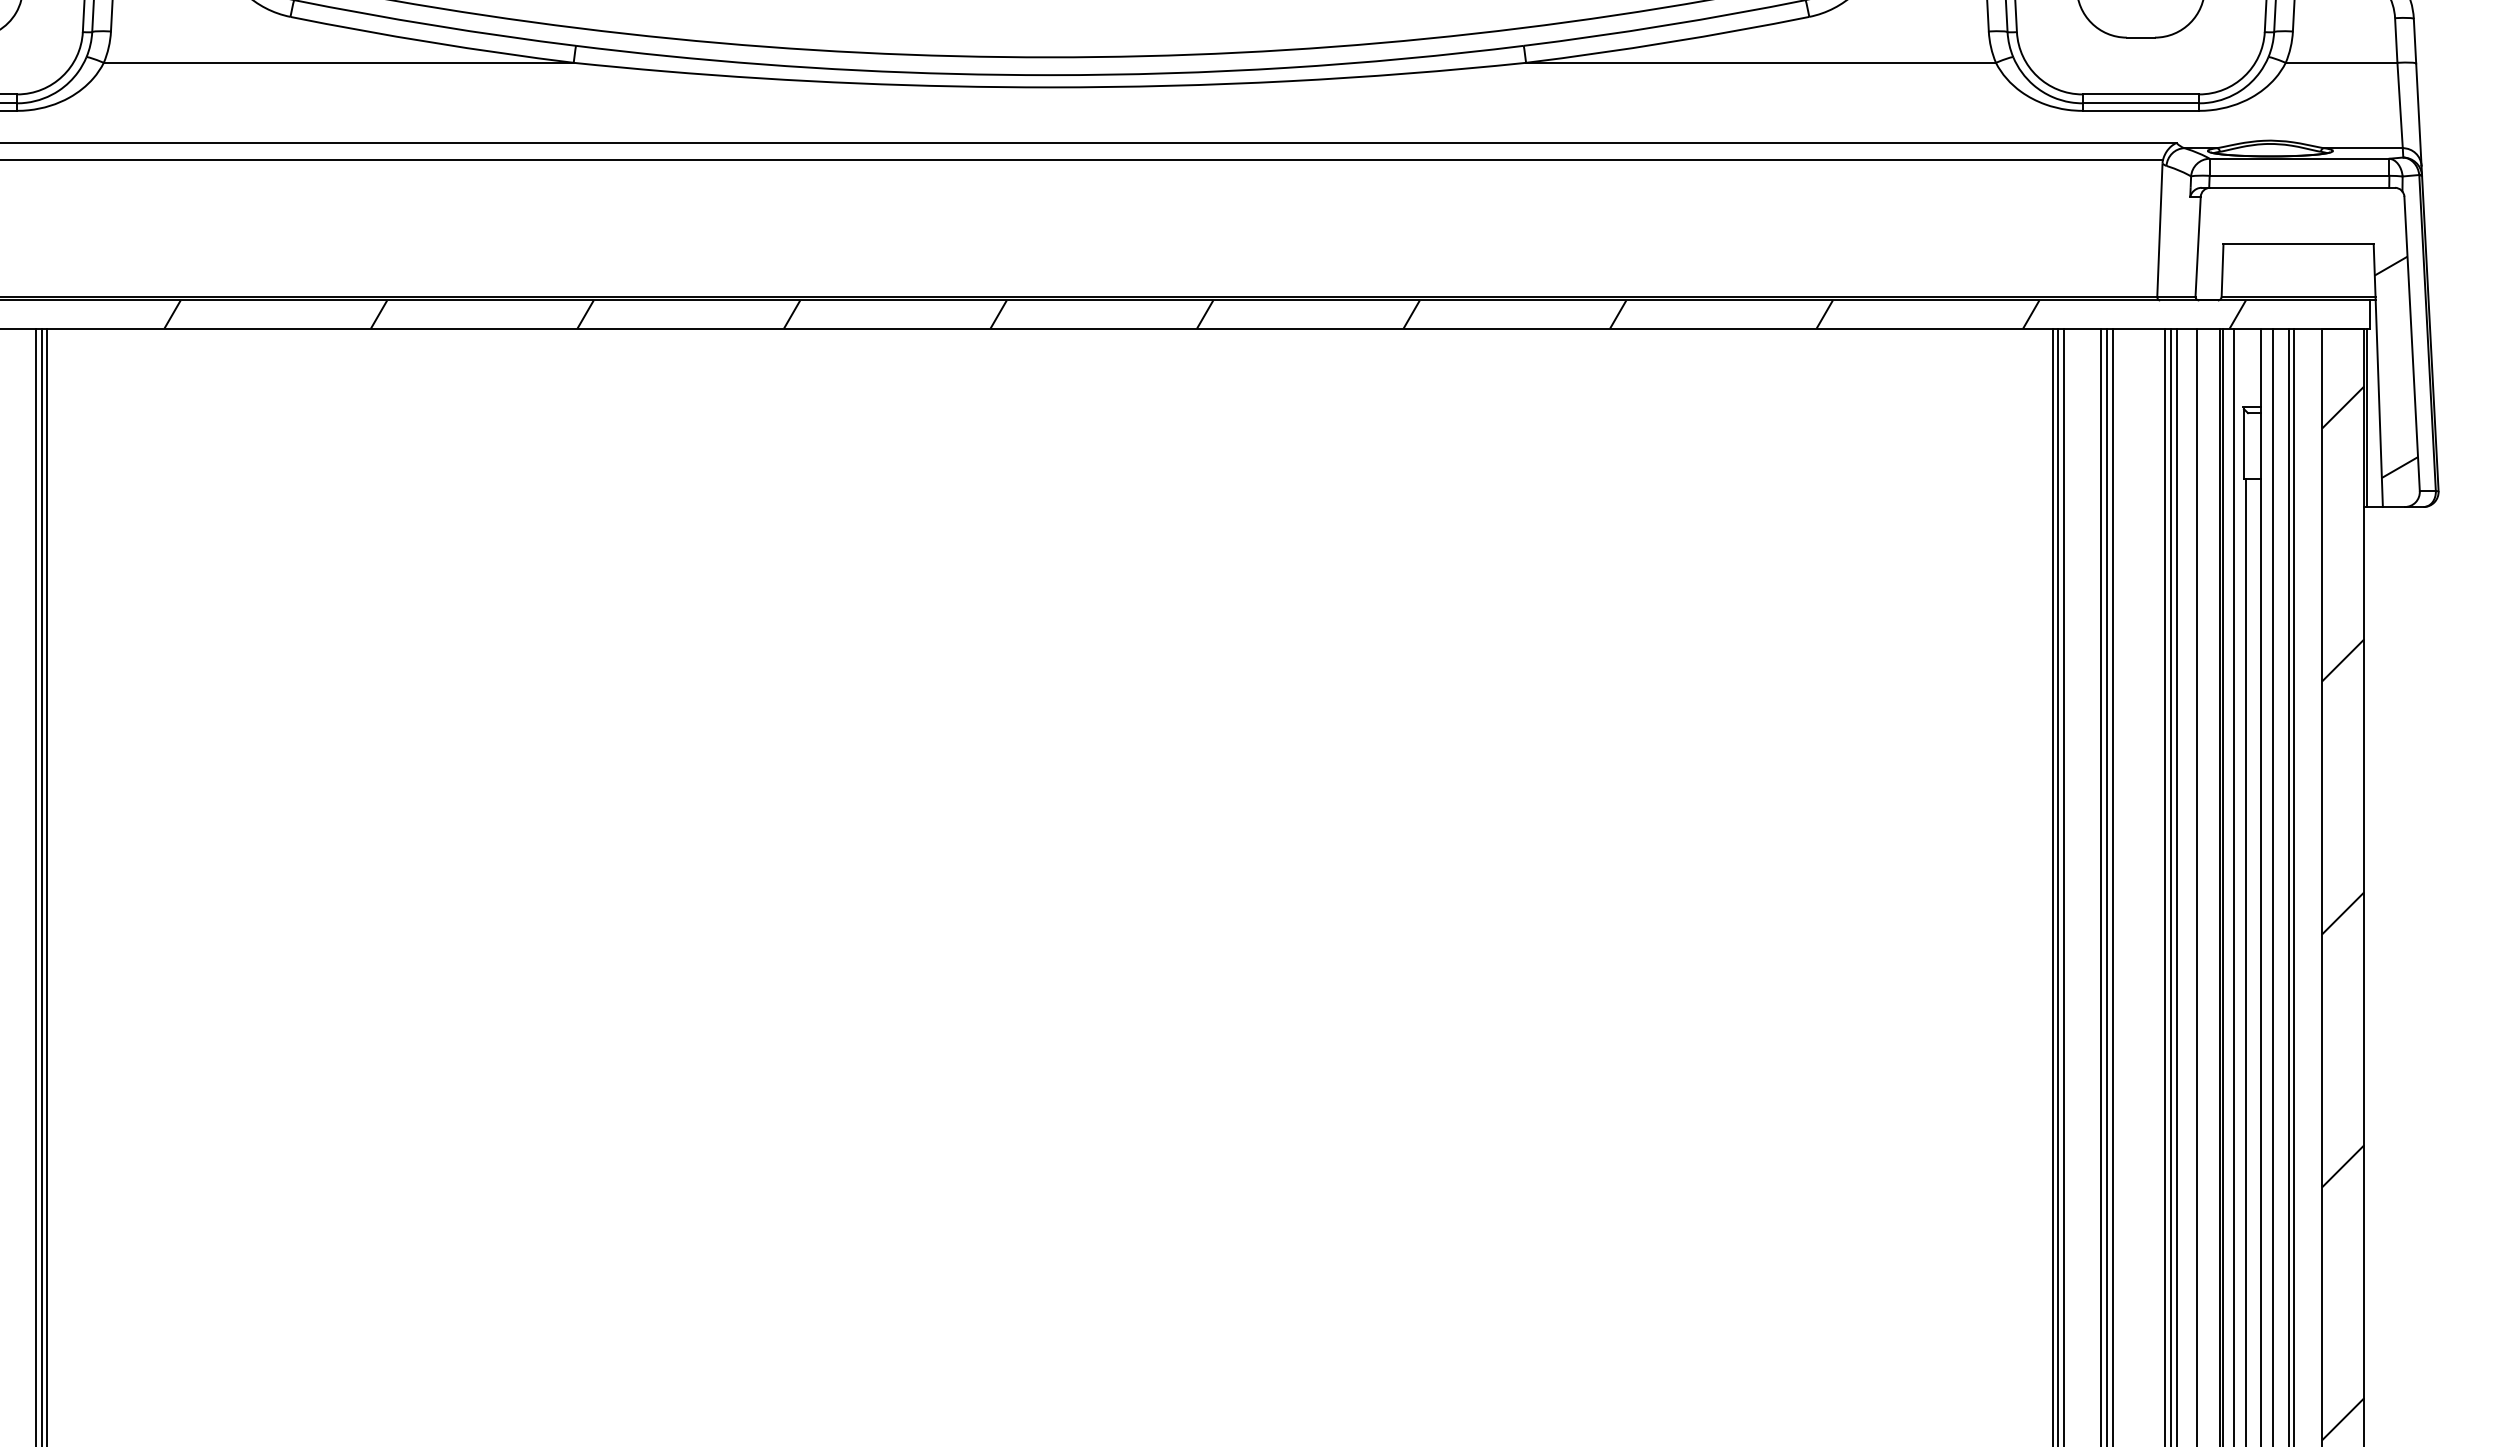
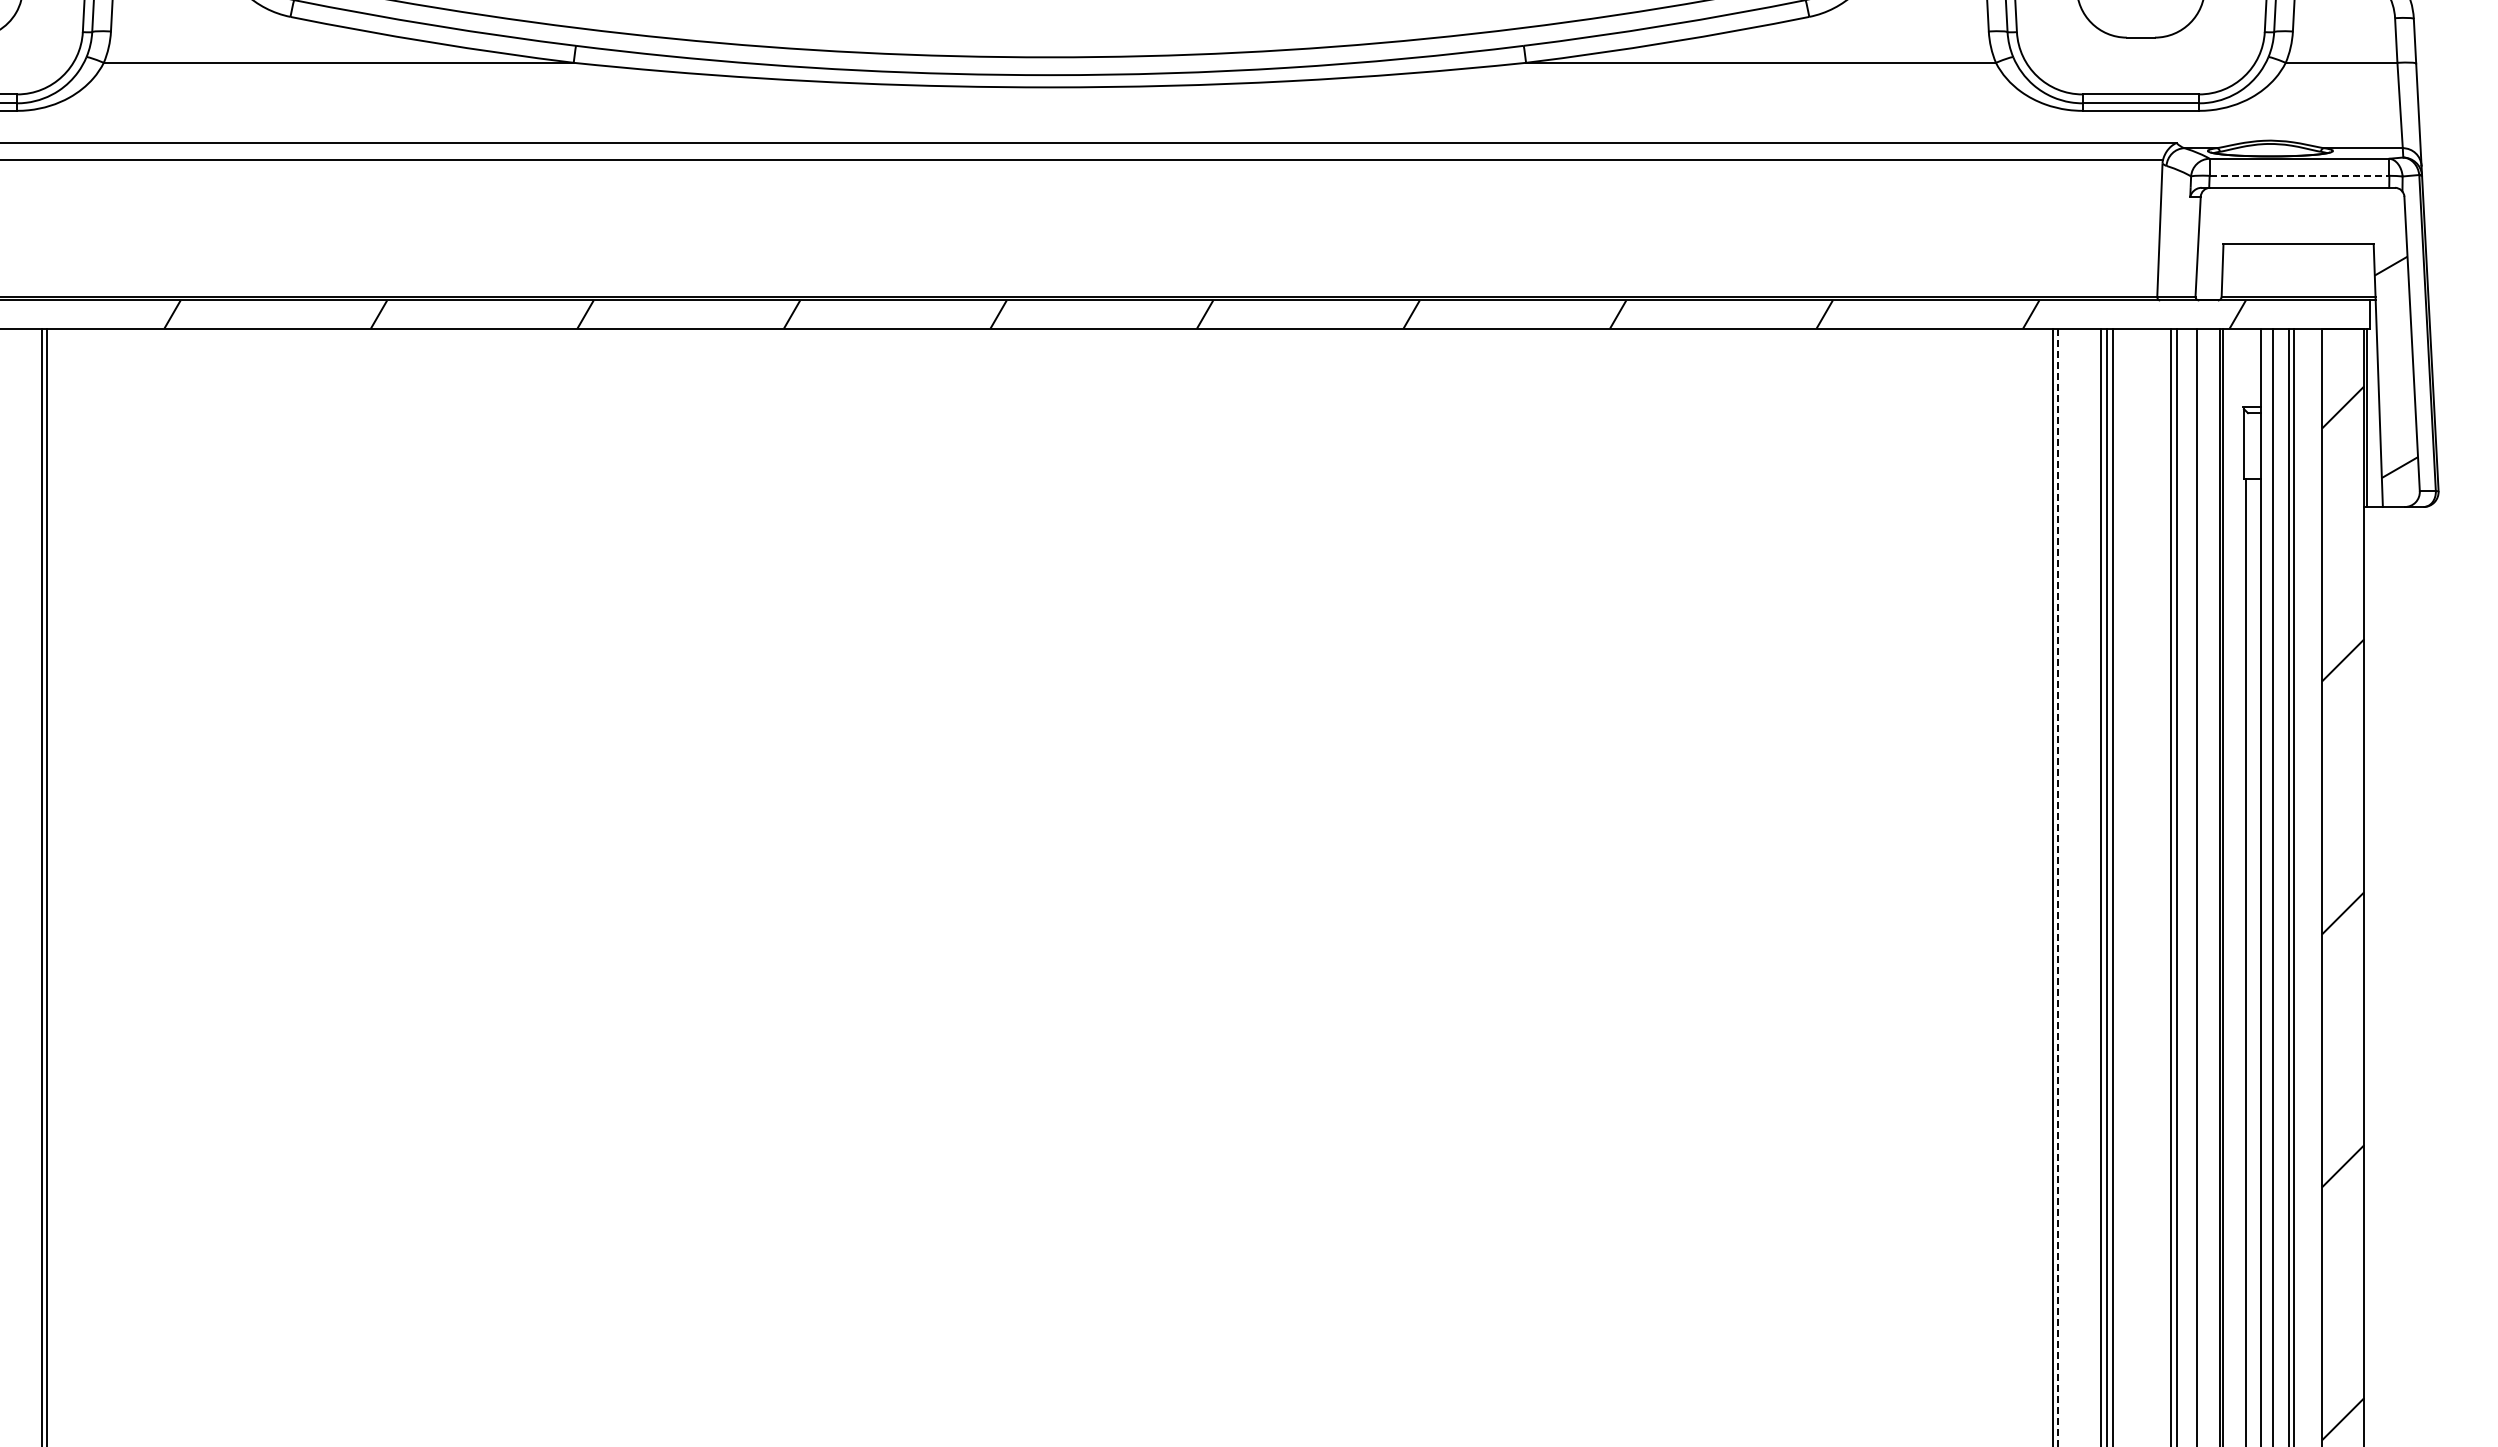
line at (2299, 175): solid -> dashed
line at (35, 885): present -> none
line at (2063, 885): present -> none
line at (2165, 885): present -> none
line at (2233, 885): present -> none
line at (2058, 887): solid -> dashed
